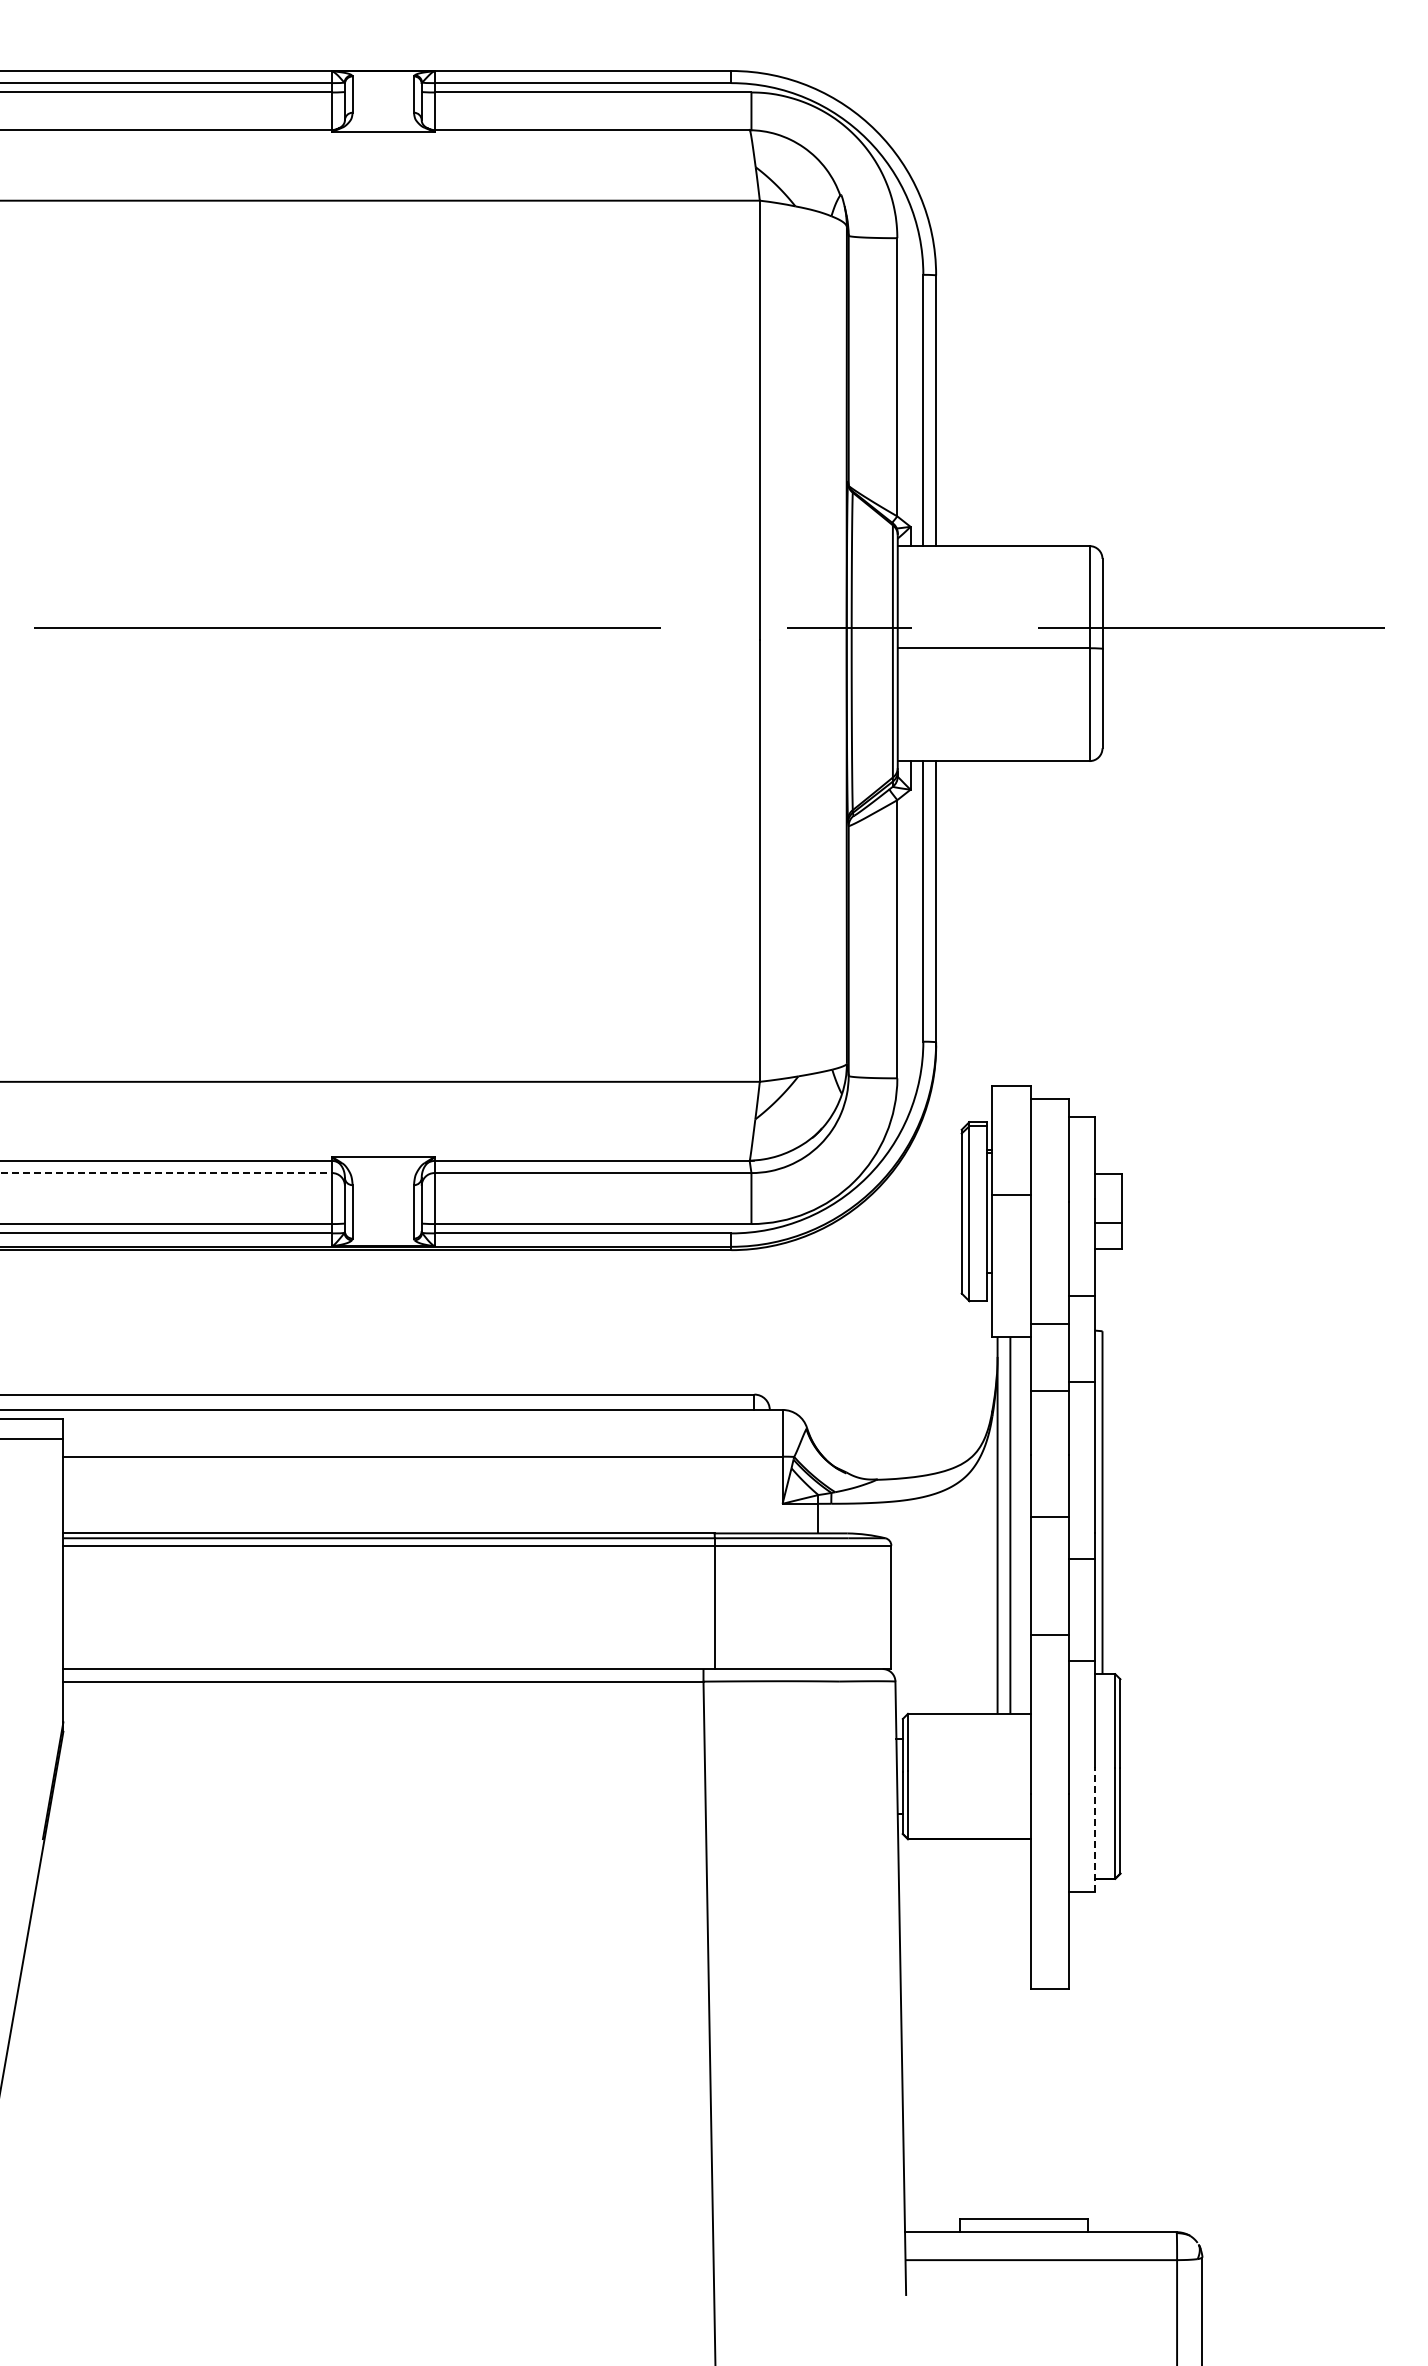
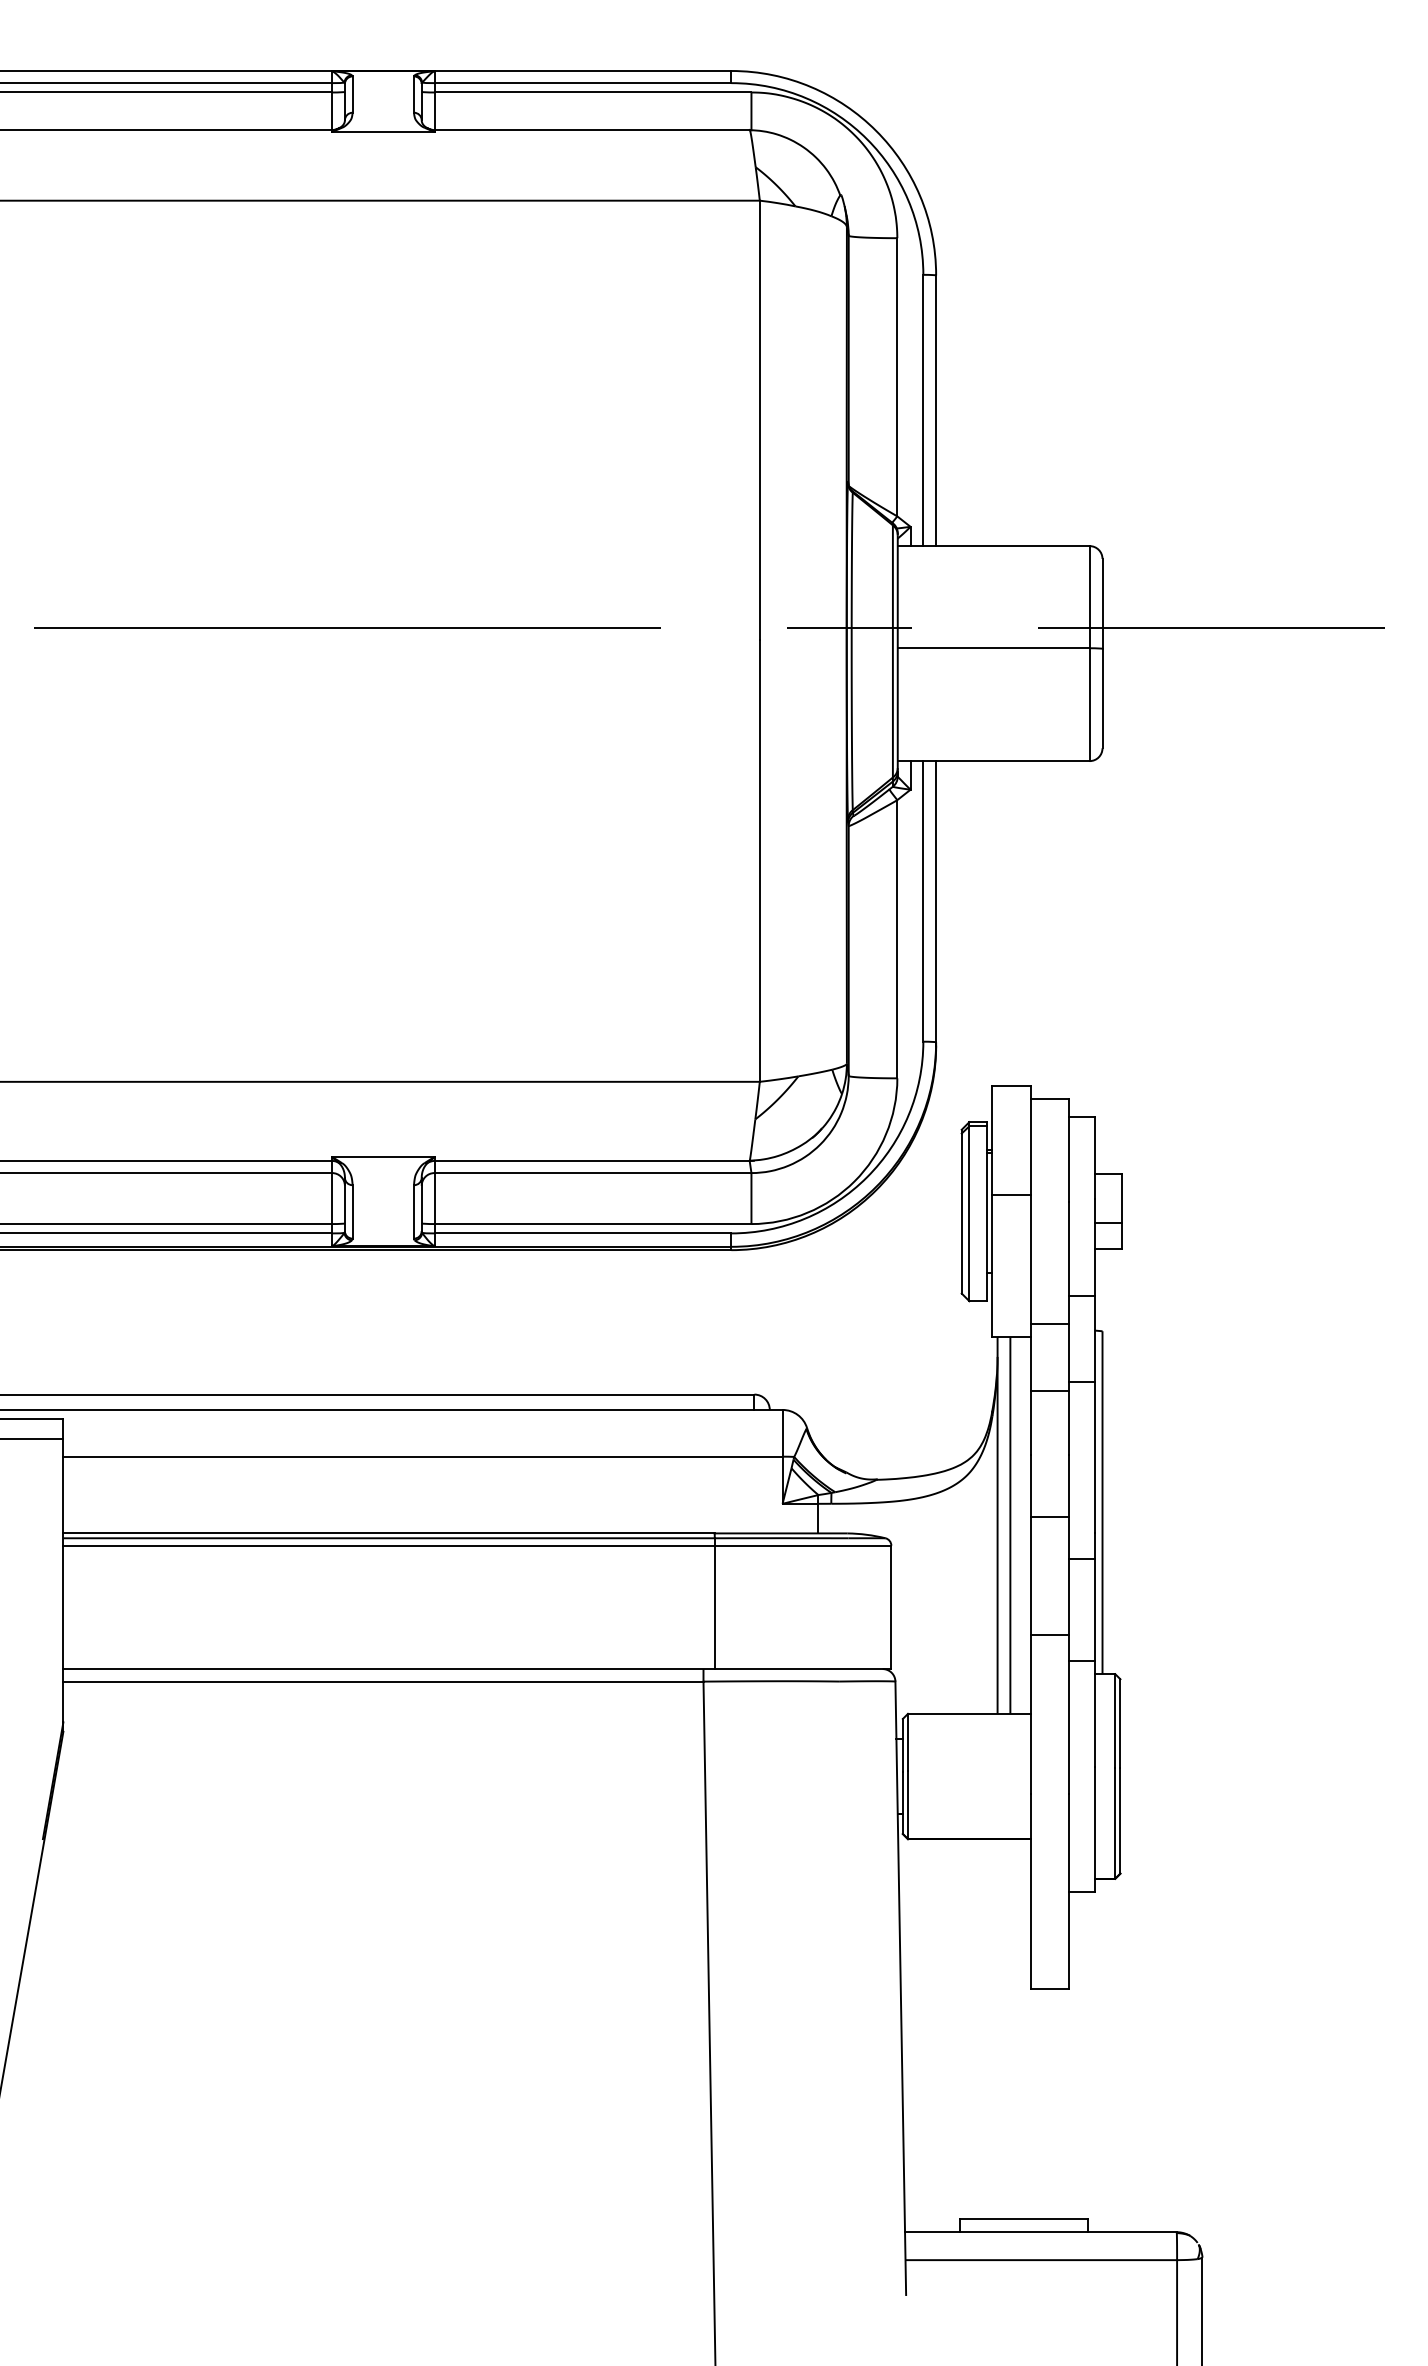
line at (166, 1173): dashed -> solid
line at (1094, 1829): dashed -> solid
